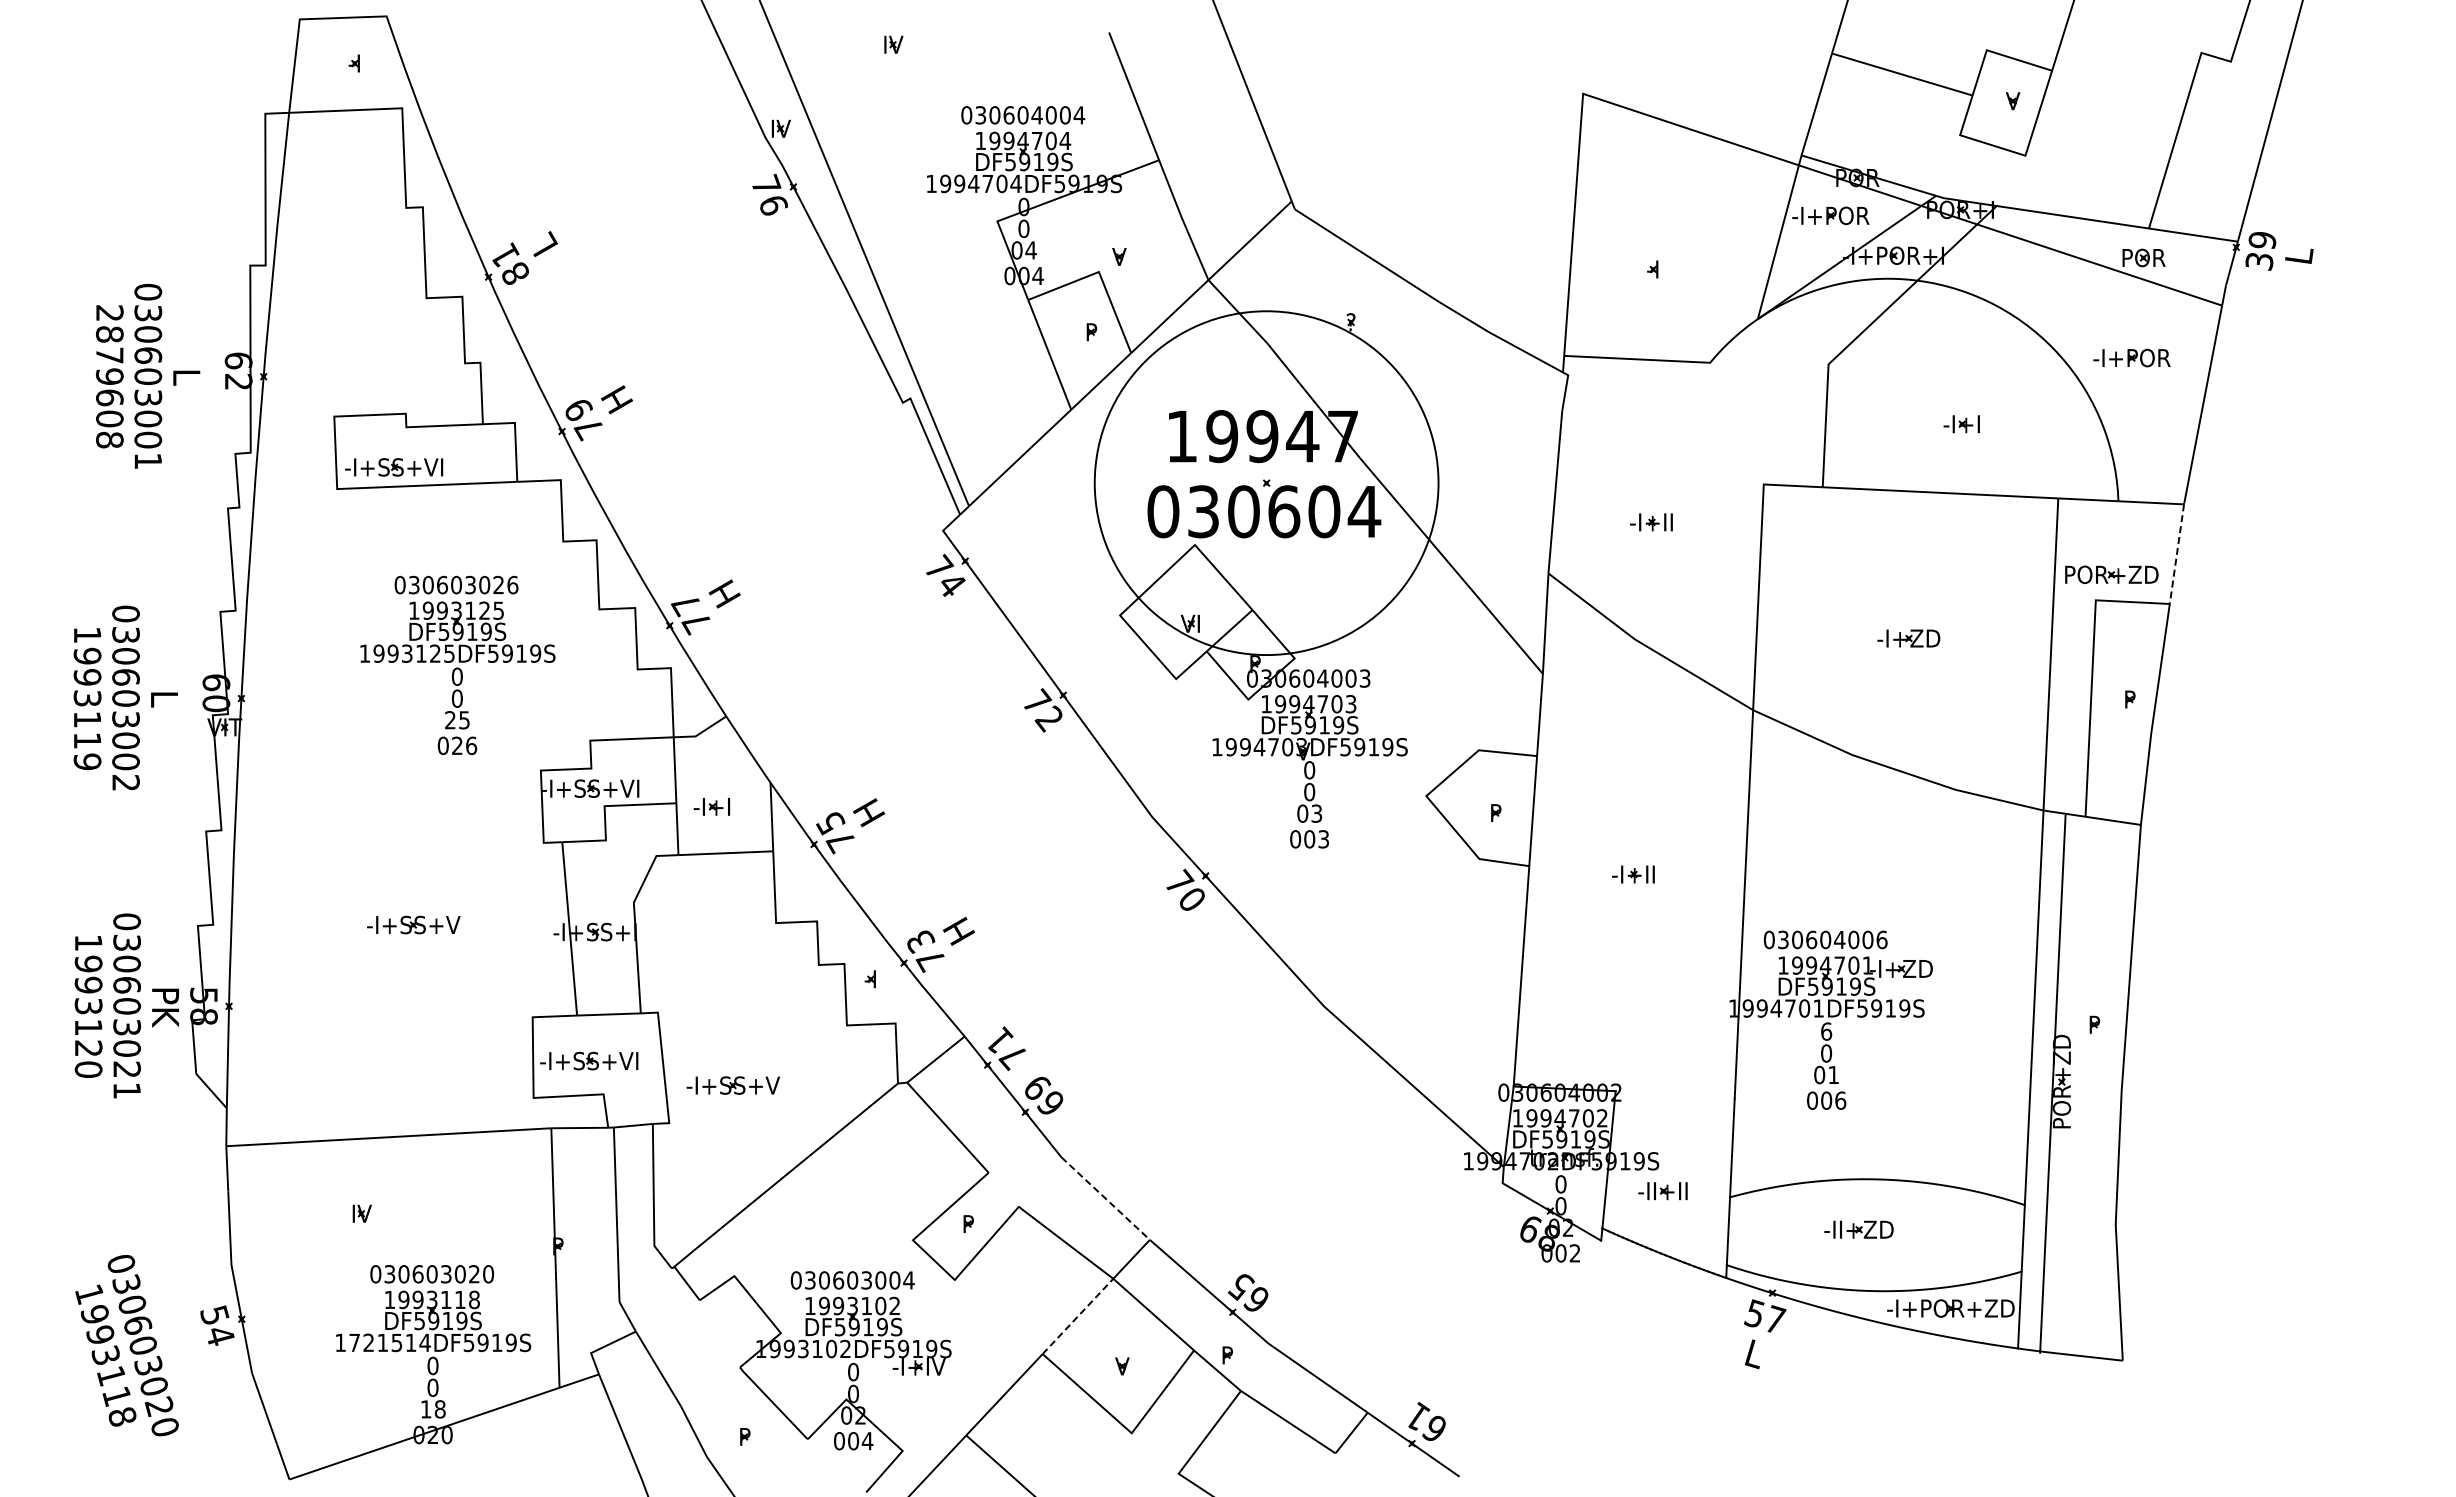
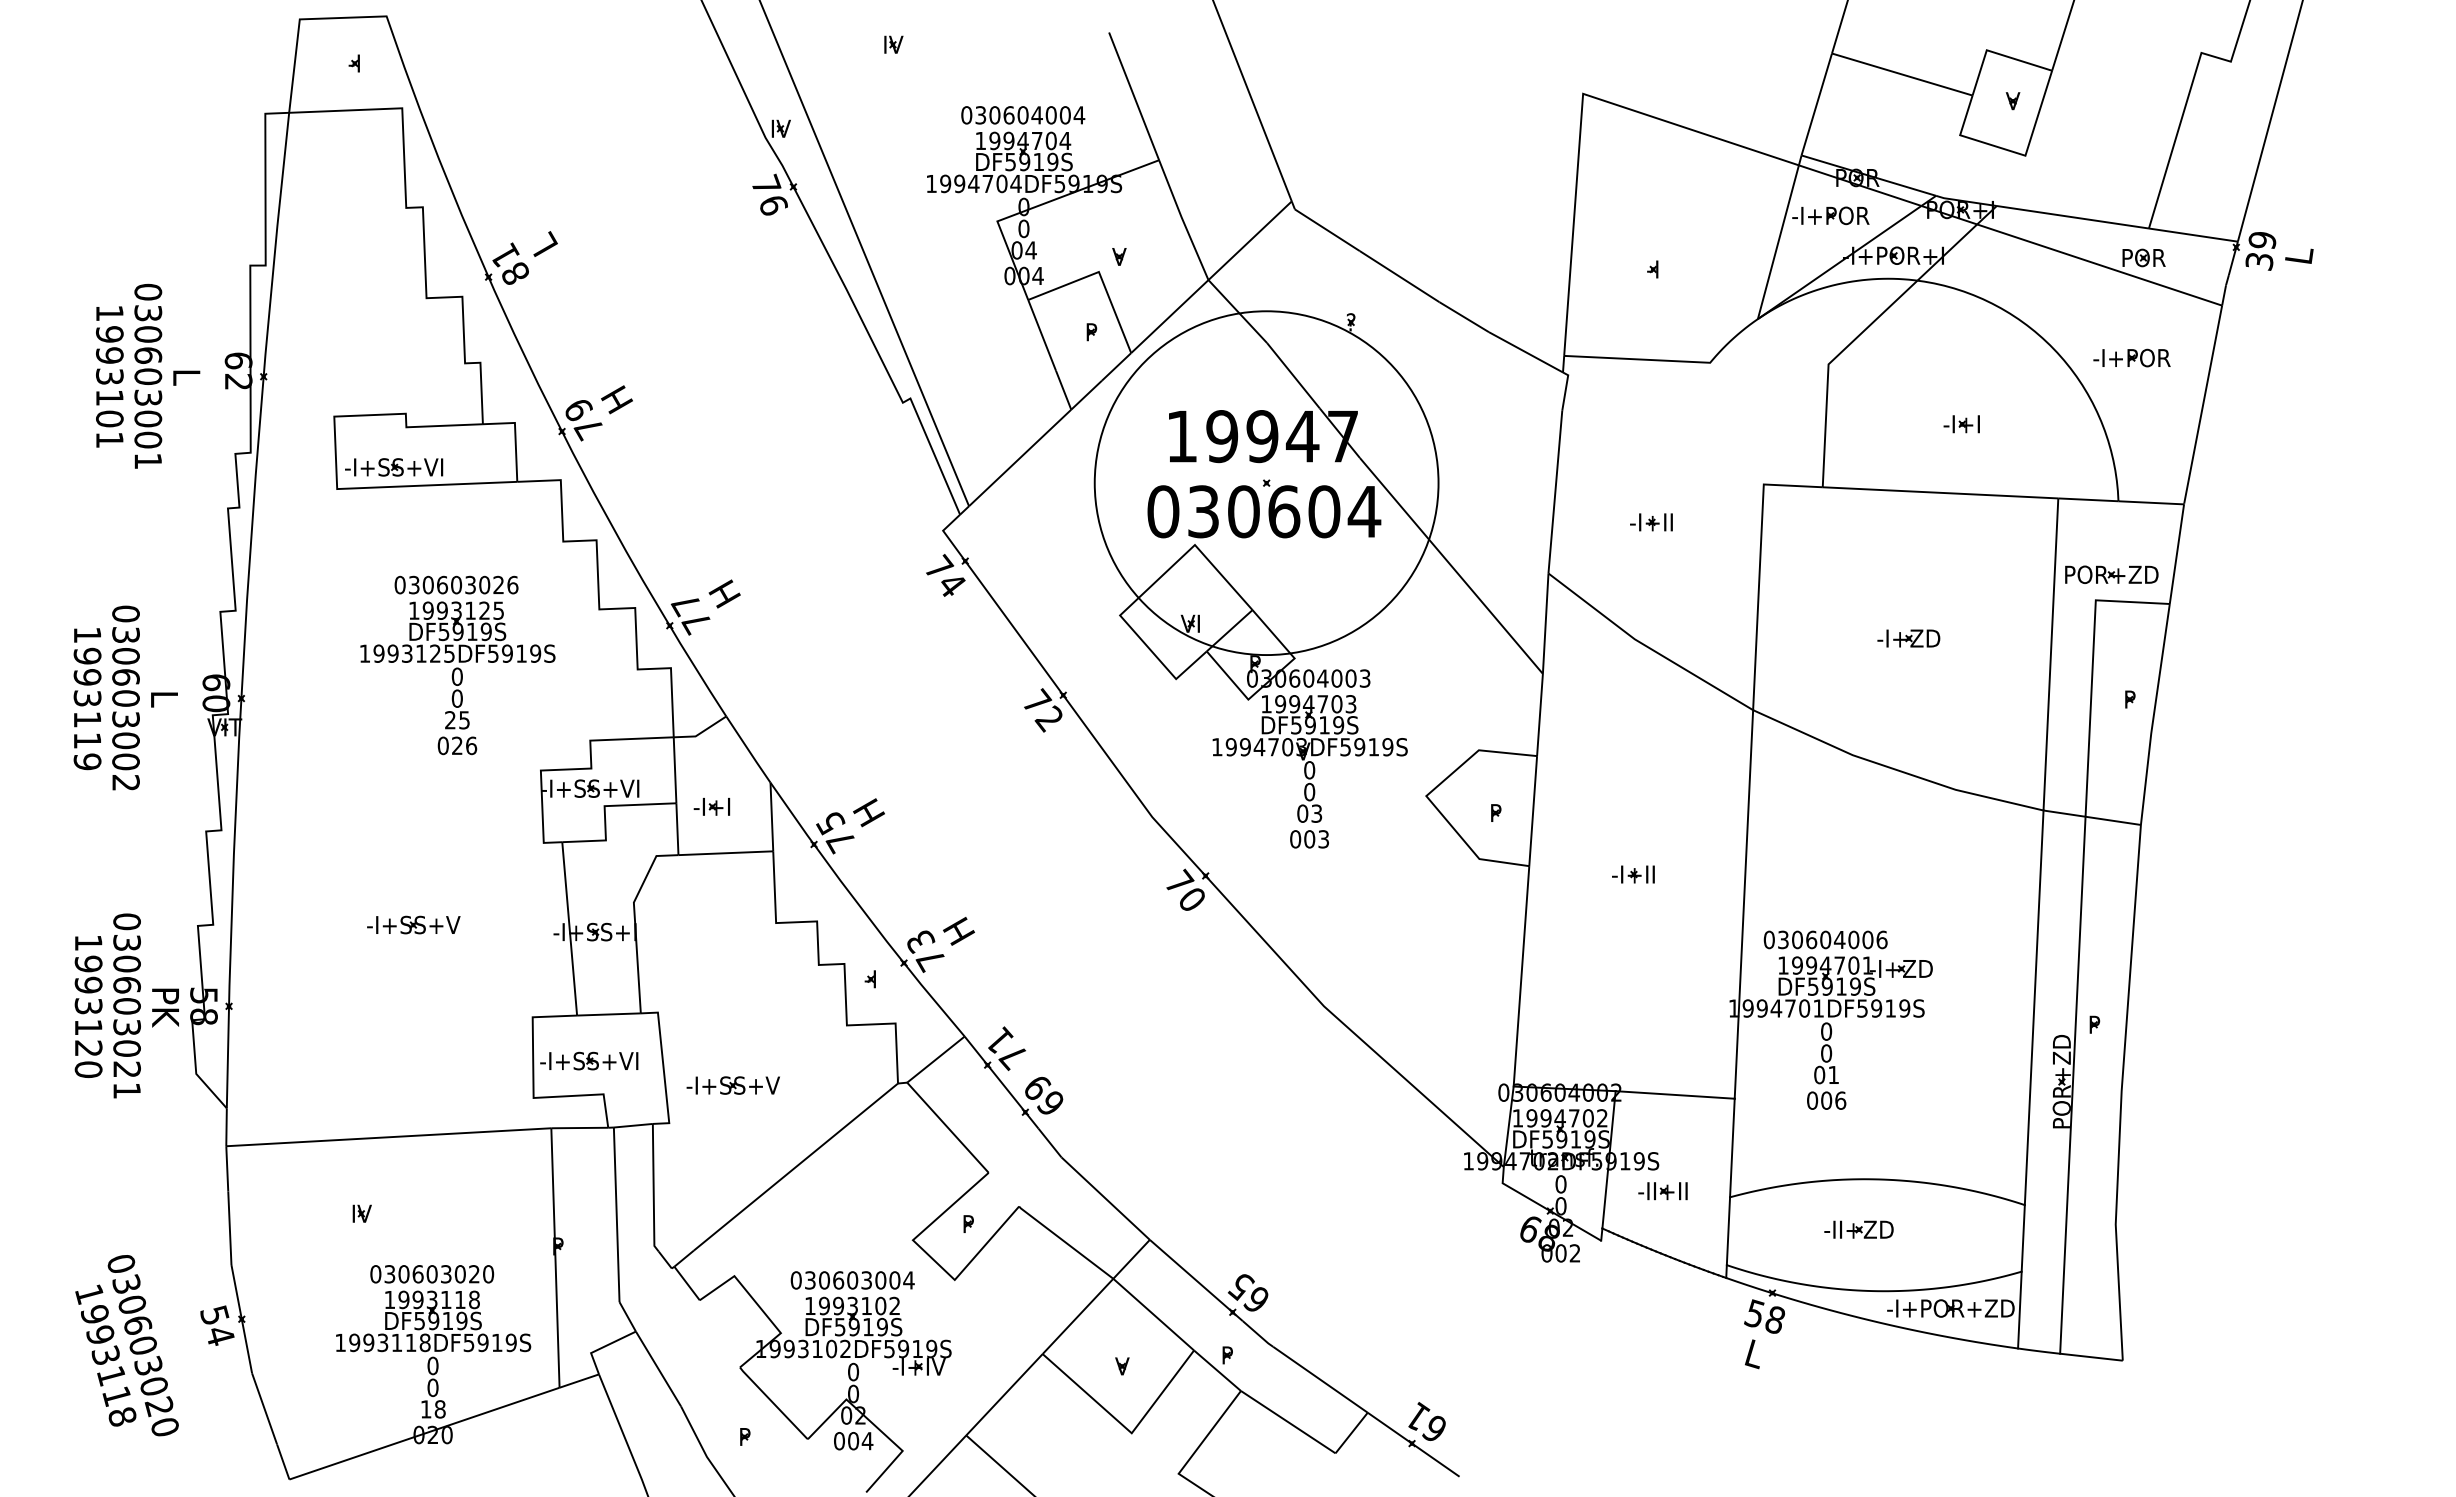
text at (109, 376): 2879608 -> 1993101
line at (2176, 554): dashed -> solid
text at (1826, 1031): 6 -> 0
line at (2052, 1083) position: (2052, 1083) -> (2072, 1084)
line at (1674, 1094): none -> present
line at (1106, 1198): dashed -> solid
line at (1078, 1316): dashed -> solid
text at (1775, 1319): 57 -> 58
text at (389, 1342): 1721514DF5919S -> 1993118DF5919S
